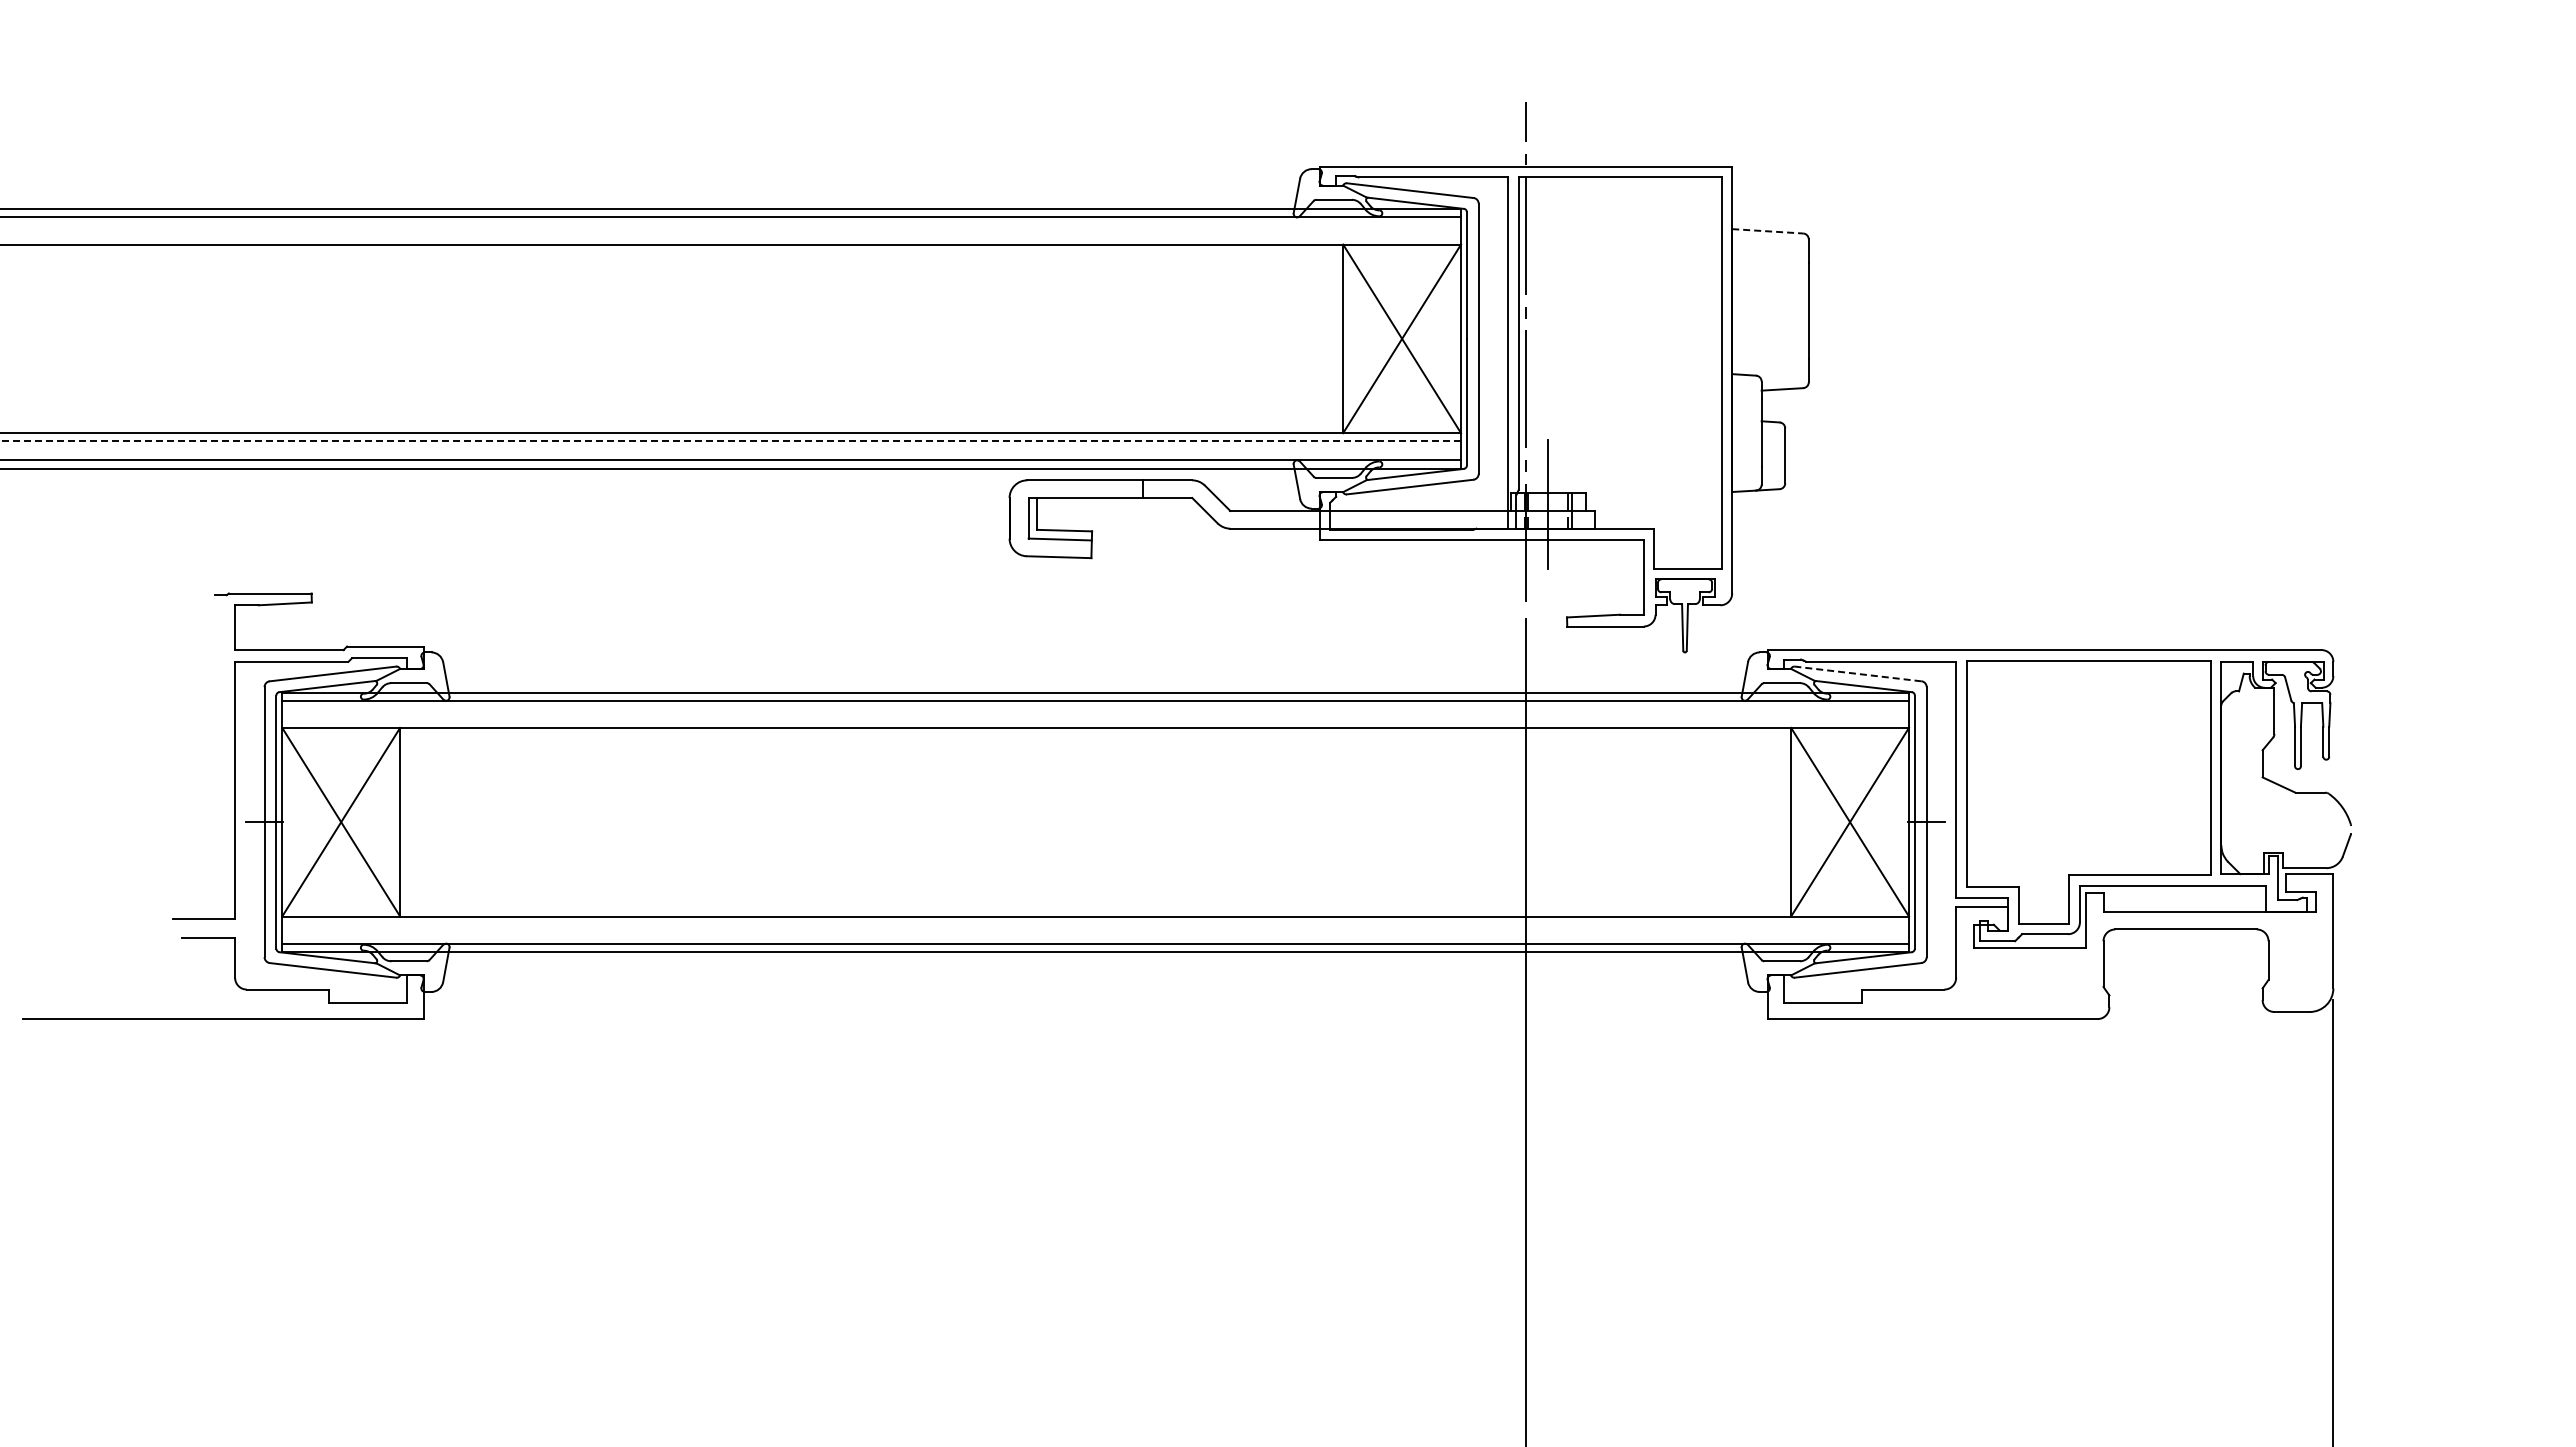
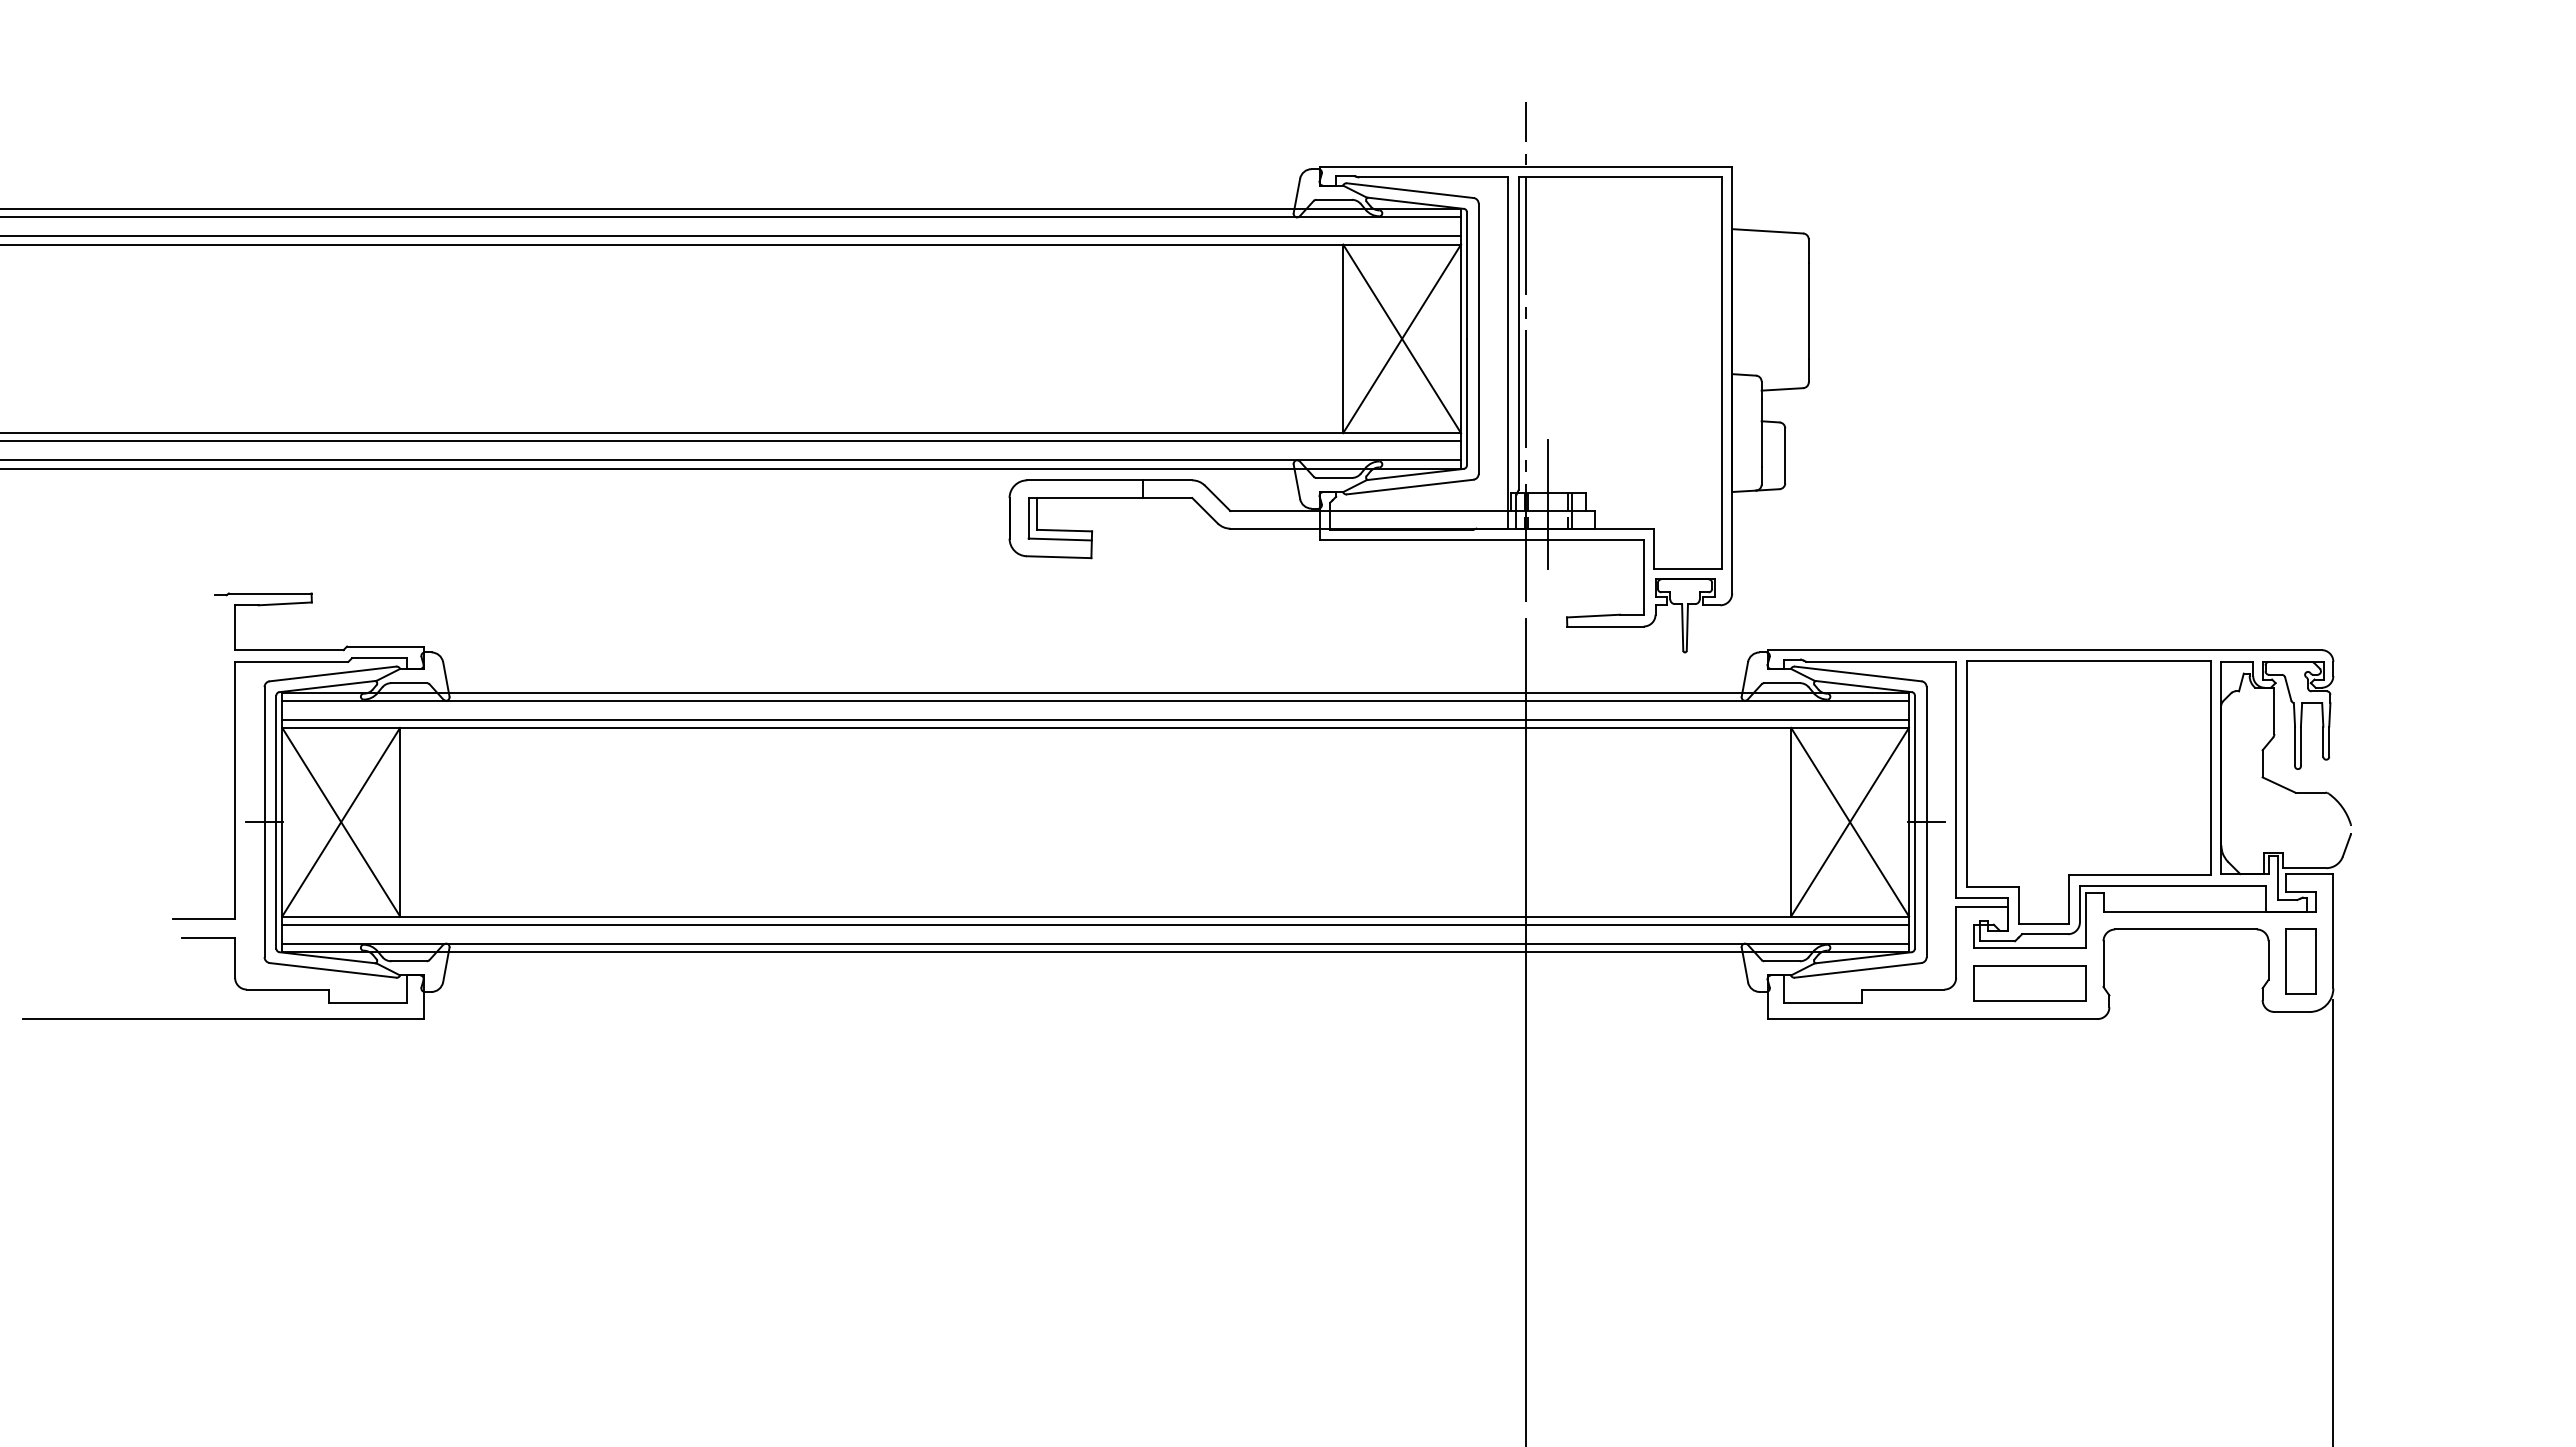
line at (1767, 231): dashed -> solid
line at (731, 236): none -> present
line at (730, 441): dashed -> solid
line at (1858, 673): dashed -> solid
line at (1095, 719): none -> present
line at (1095, 924): none -> present
part at (2300, 961): none -> present
part at (2029, 983): none -> present
